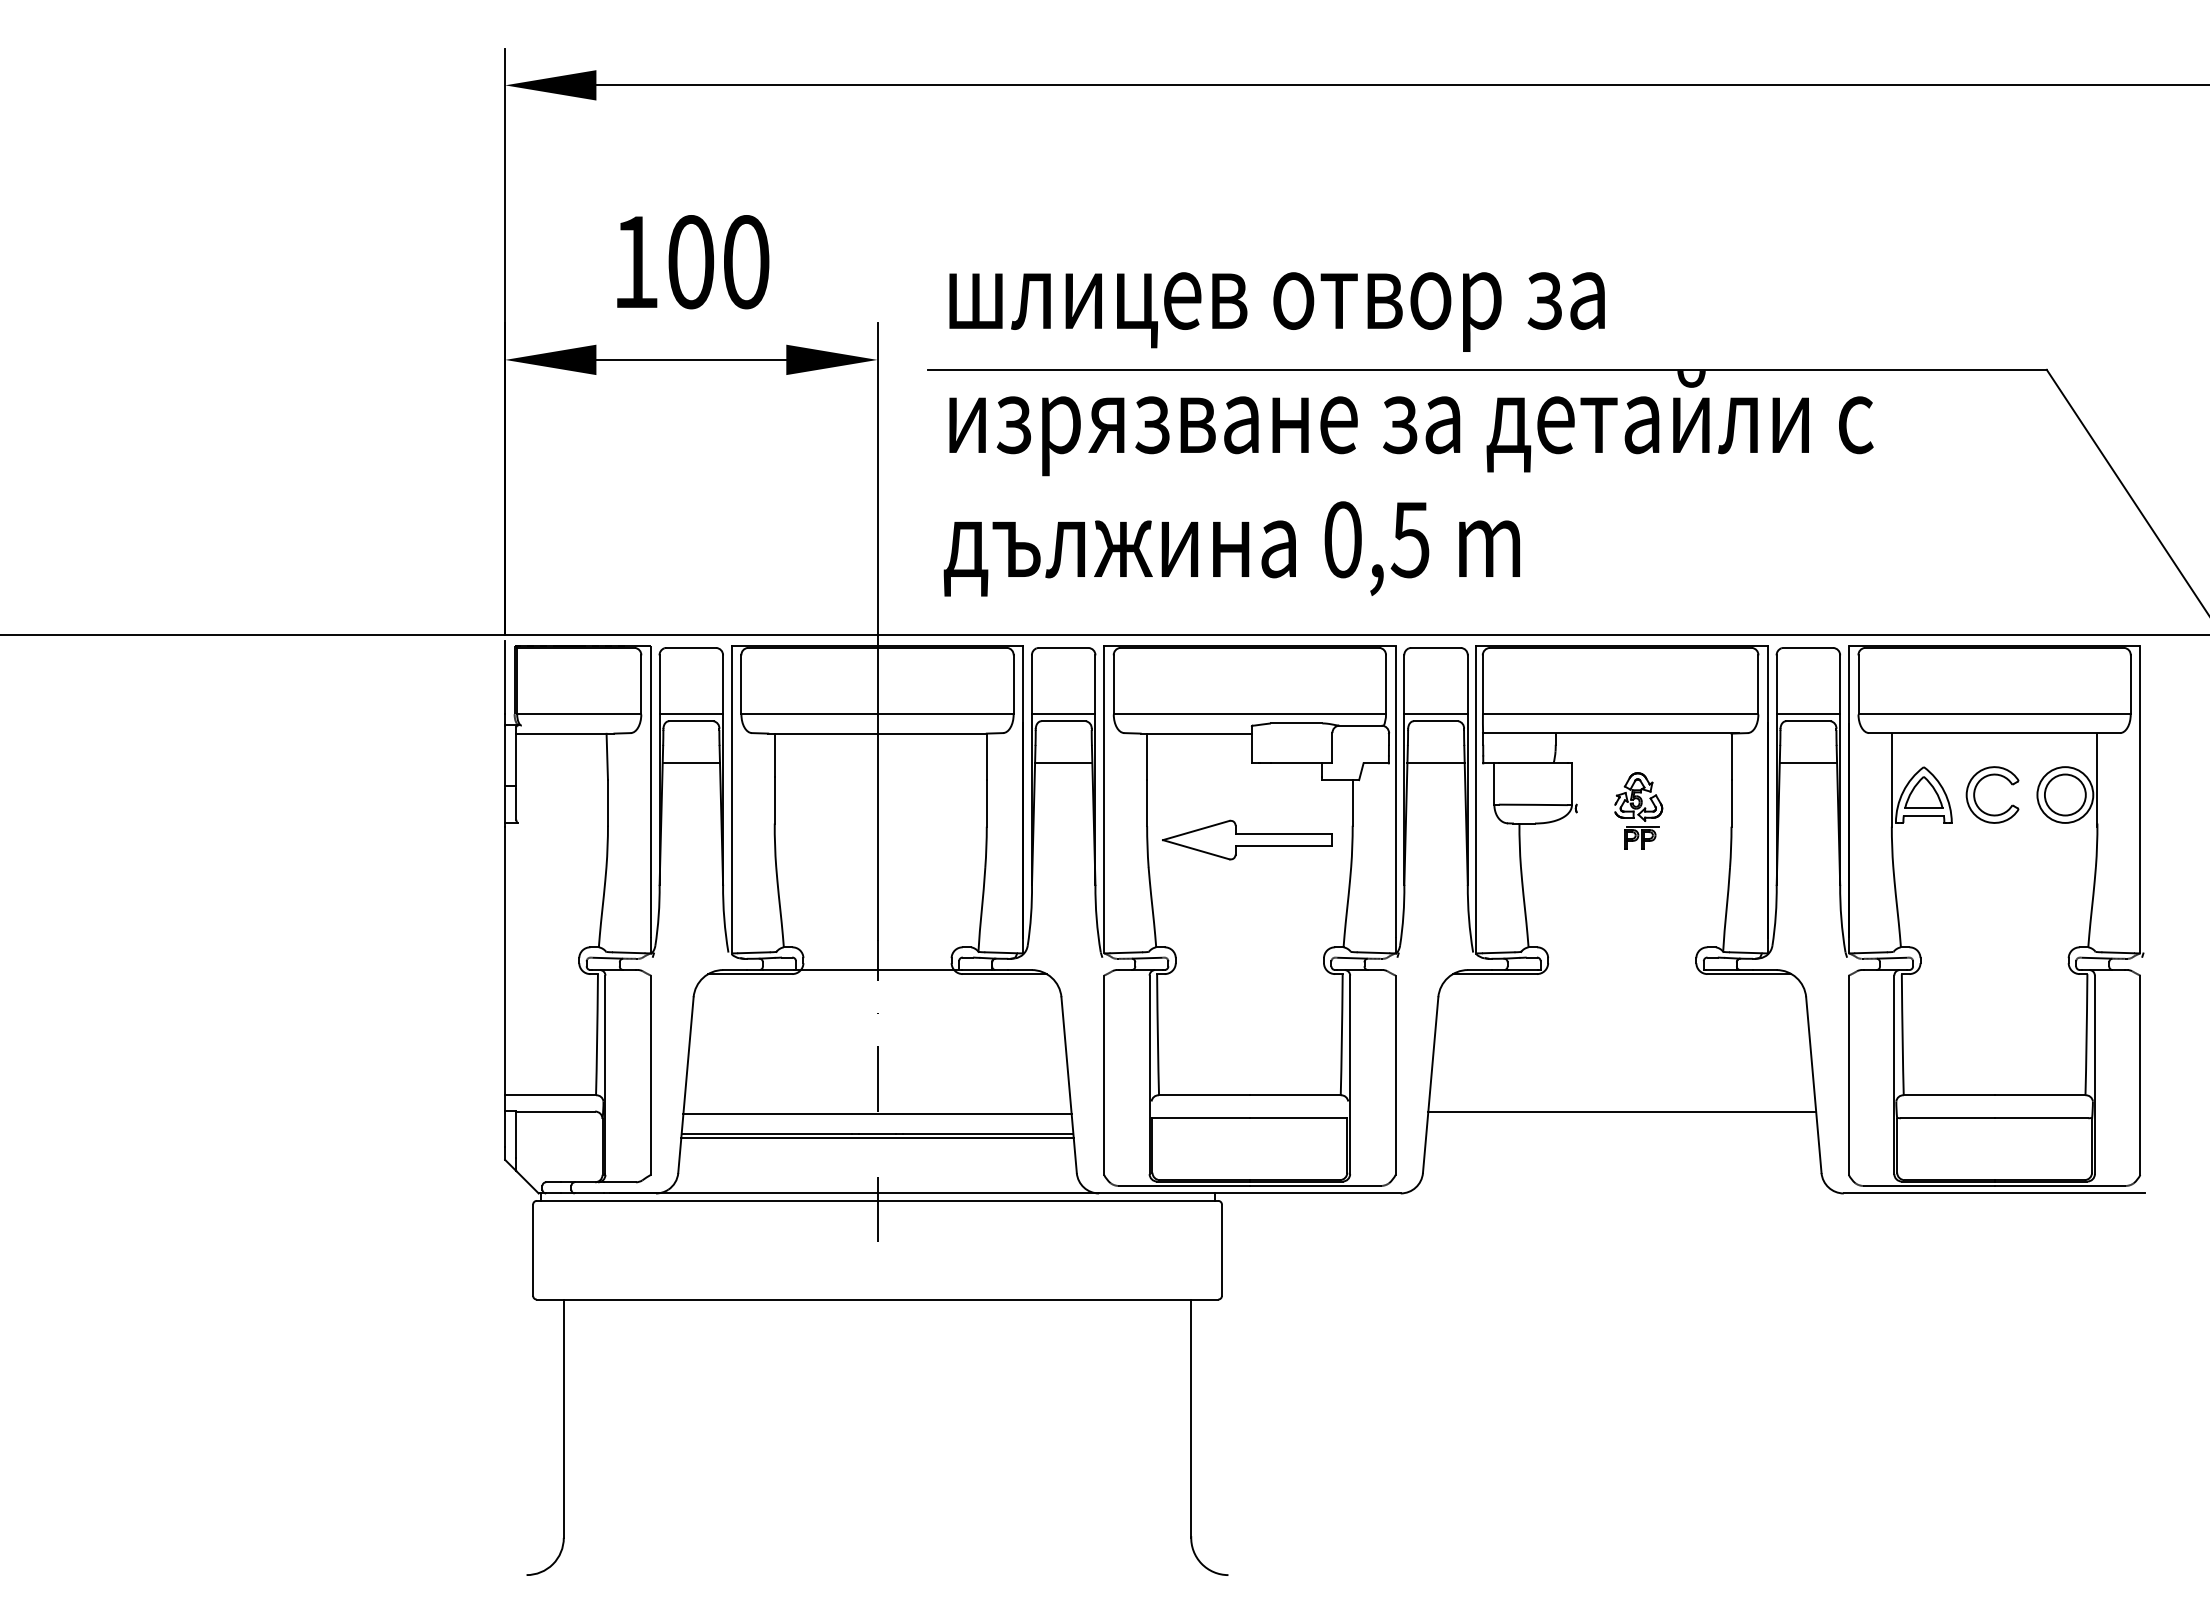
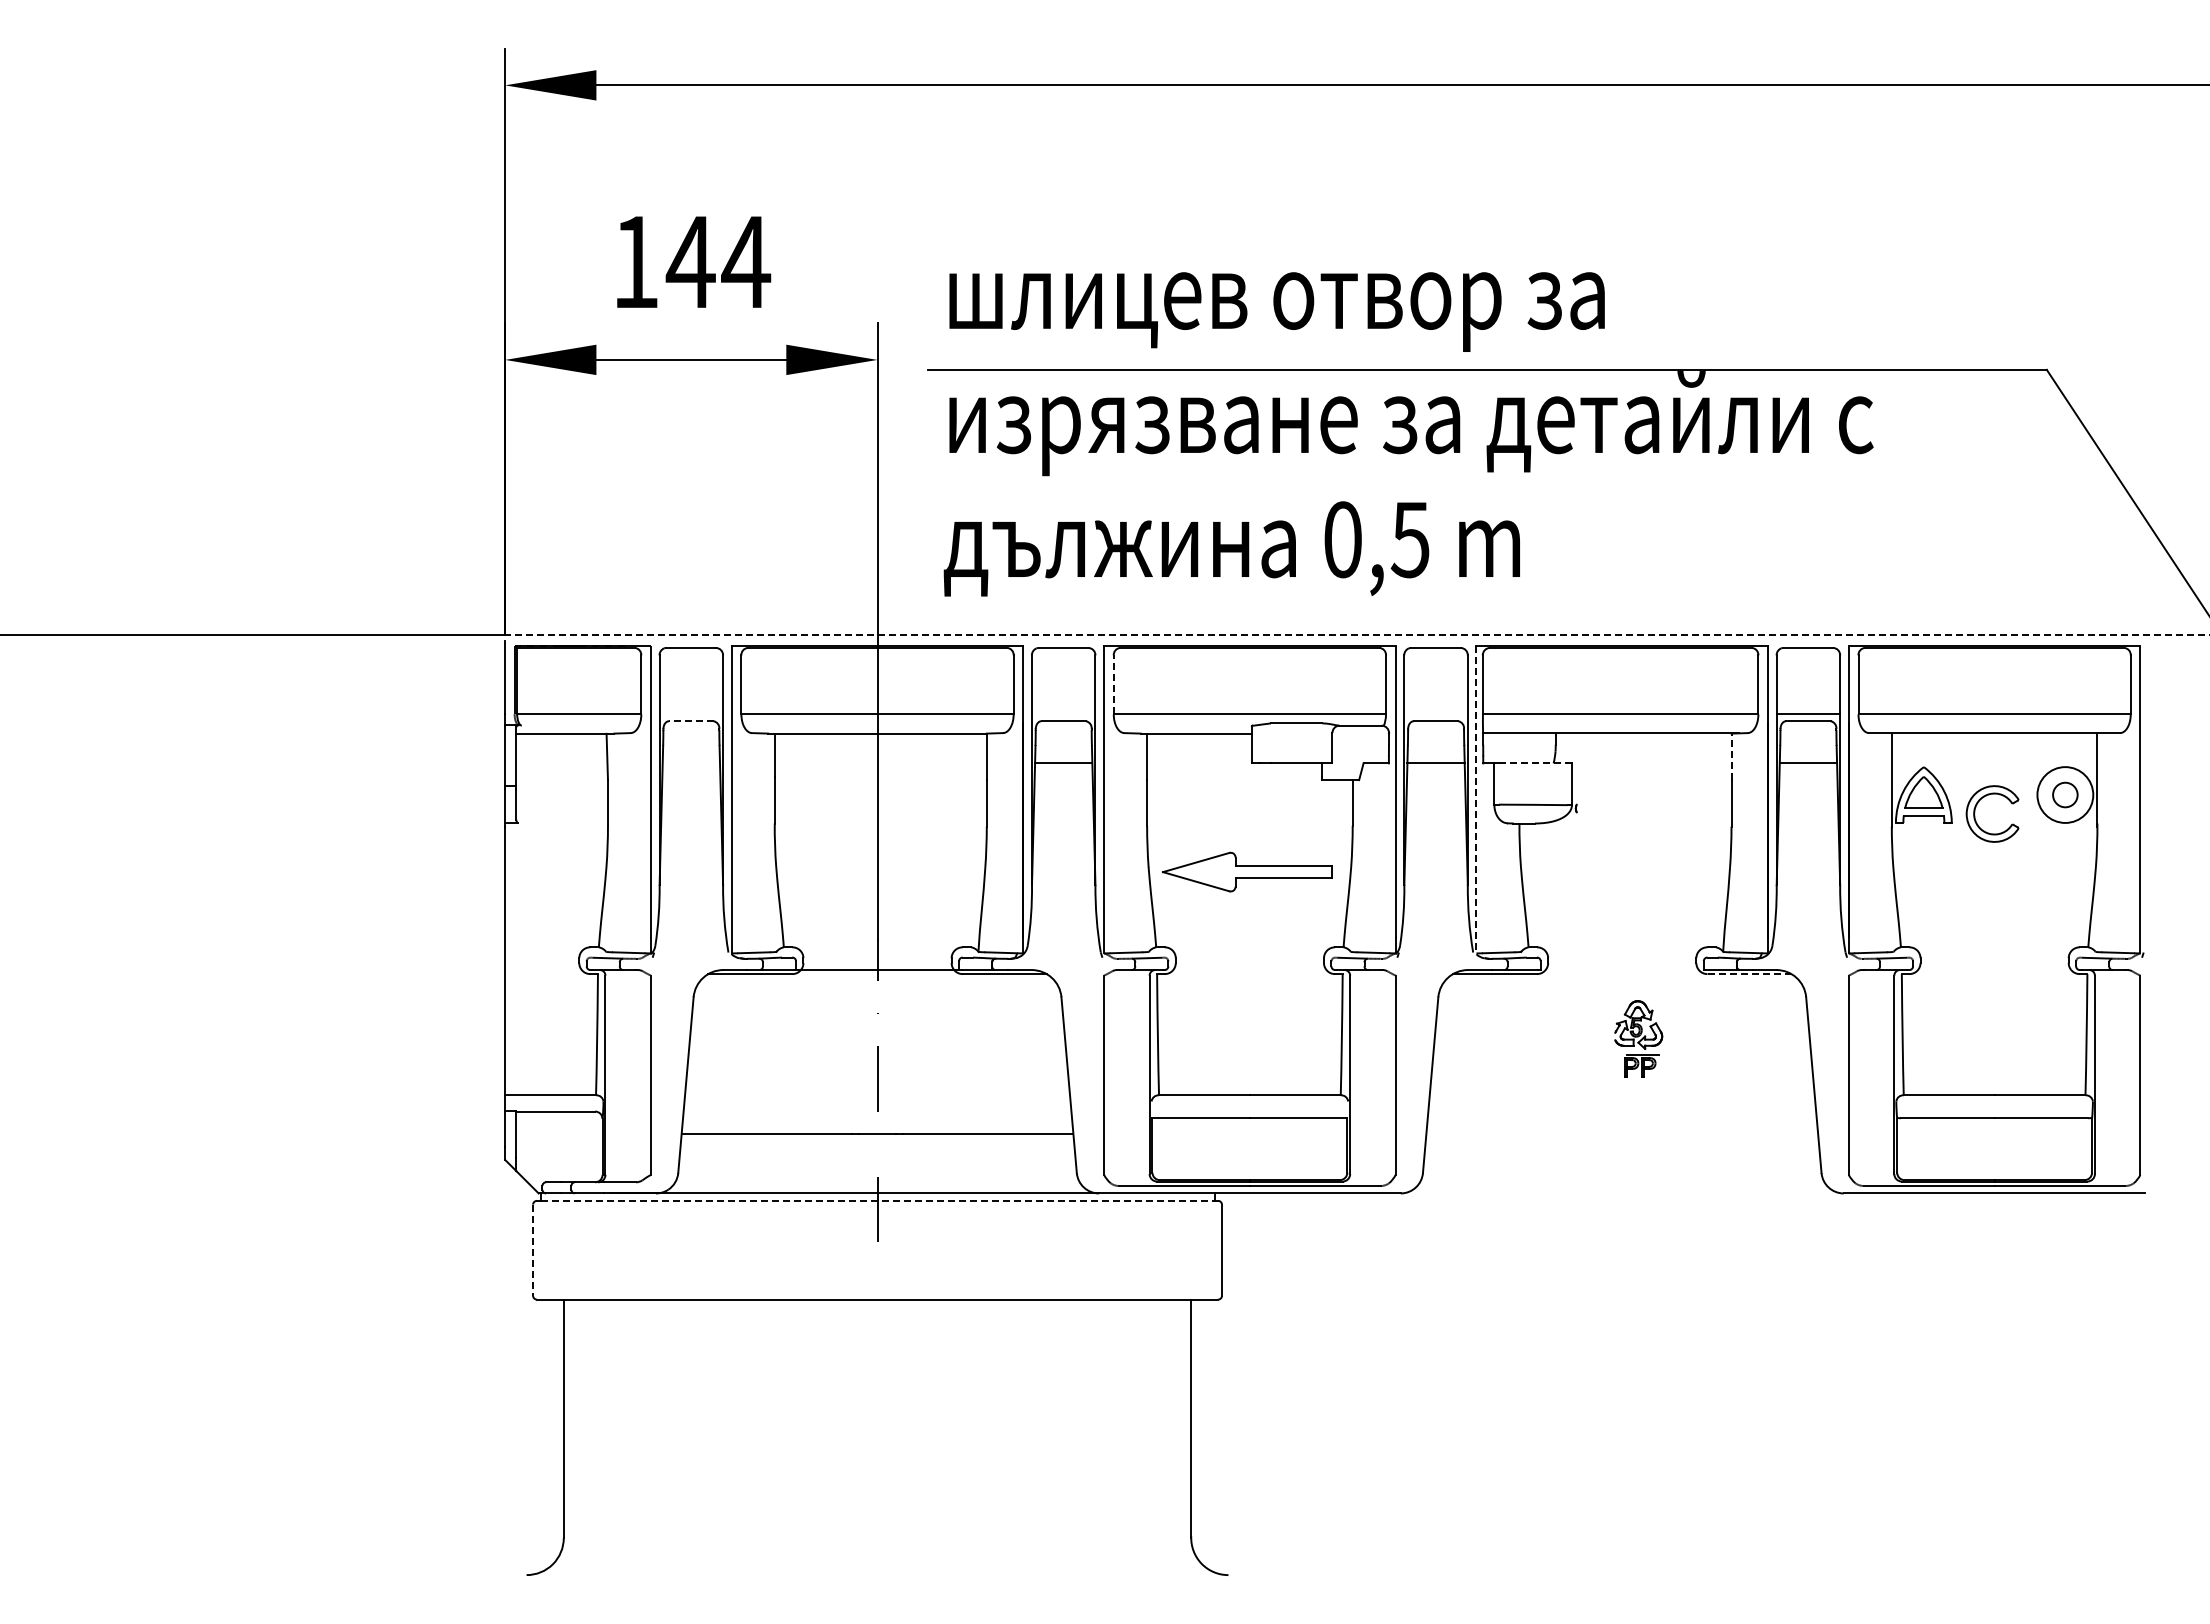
text at (718, 262): 100 -> 144
line at (1357, 634): solid -> dashed
line at (1113, 684): solid -> dashed
line at (691, 714): present -> none
line at (1063, 714): present -> none
line at (1435, 714): present -> none
line at (690, 721): solid -> dashed
line at (1731, 756): solid -> dashed
line at (691, 763): present -> none
line at (1533, 763): solid -> dashed
part at (1977, 786) position: (1977, 786) -> (1977, 805)
circle at (2064, 794) diameter: 41 px -> 25 px
line at (1476, 800): solid -> dashed
part at (1638, 810) position: (1638, 810) -> (1638, 1038)
part at (1247, 839) position: (1247, 839) -> (1247, 871)
line at (1749, 974): solid -> dashed
line at (1622, 1111): present -> none
line at (877, 1114): present -> none
line at (877, 1138): present -> none
line at (877, 1200): solid -> dashed
line at (533, 1250): solid -> dashed
